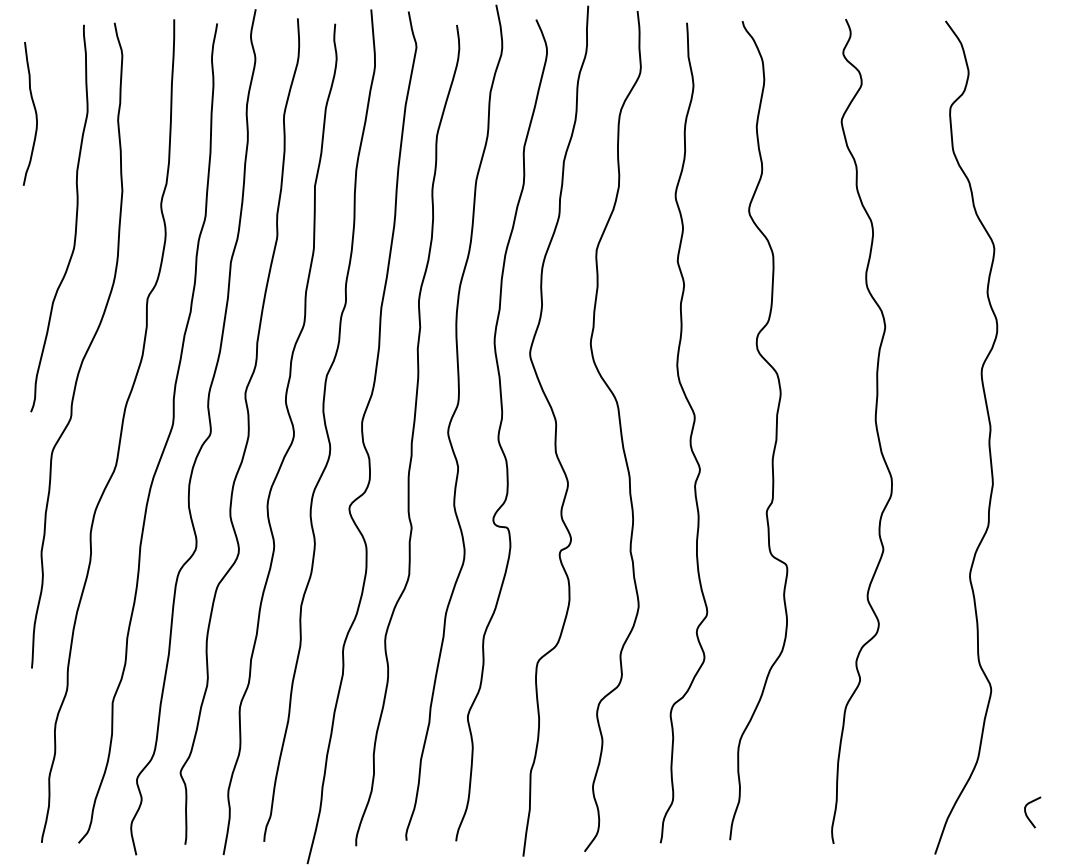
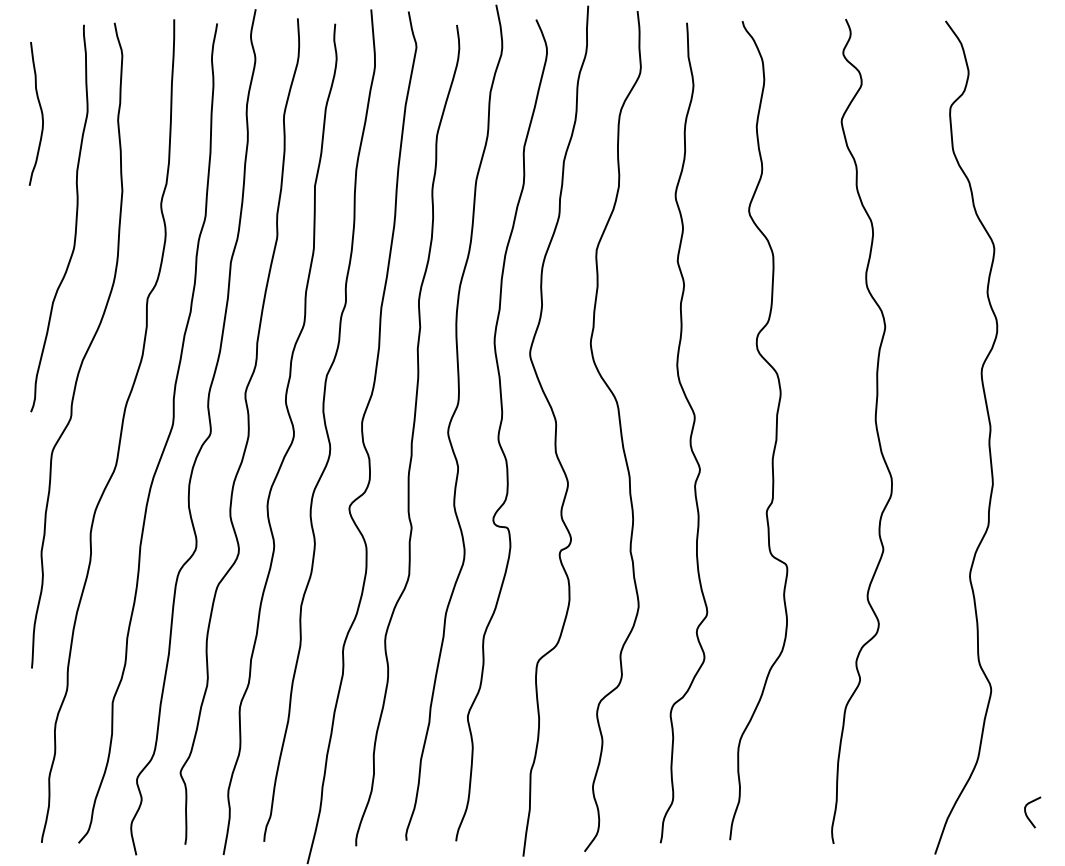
curve at (34, 111) position: (34, 111) -> (40, 111)
